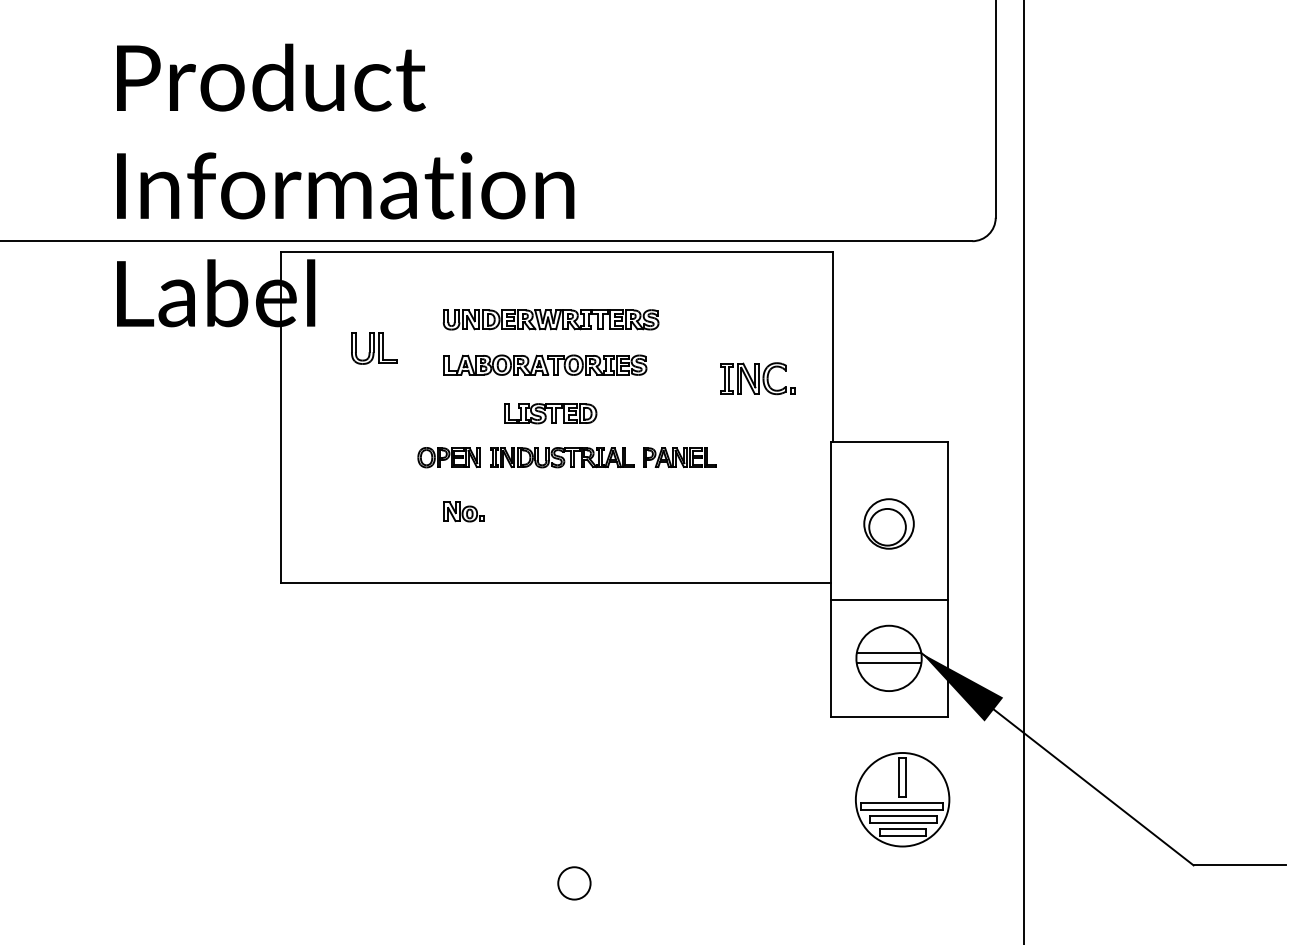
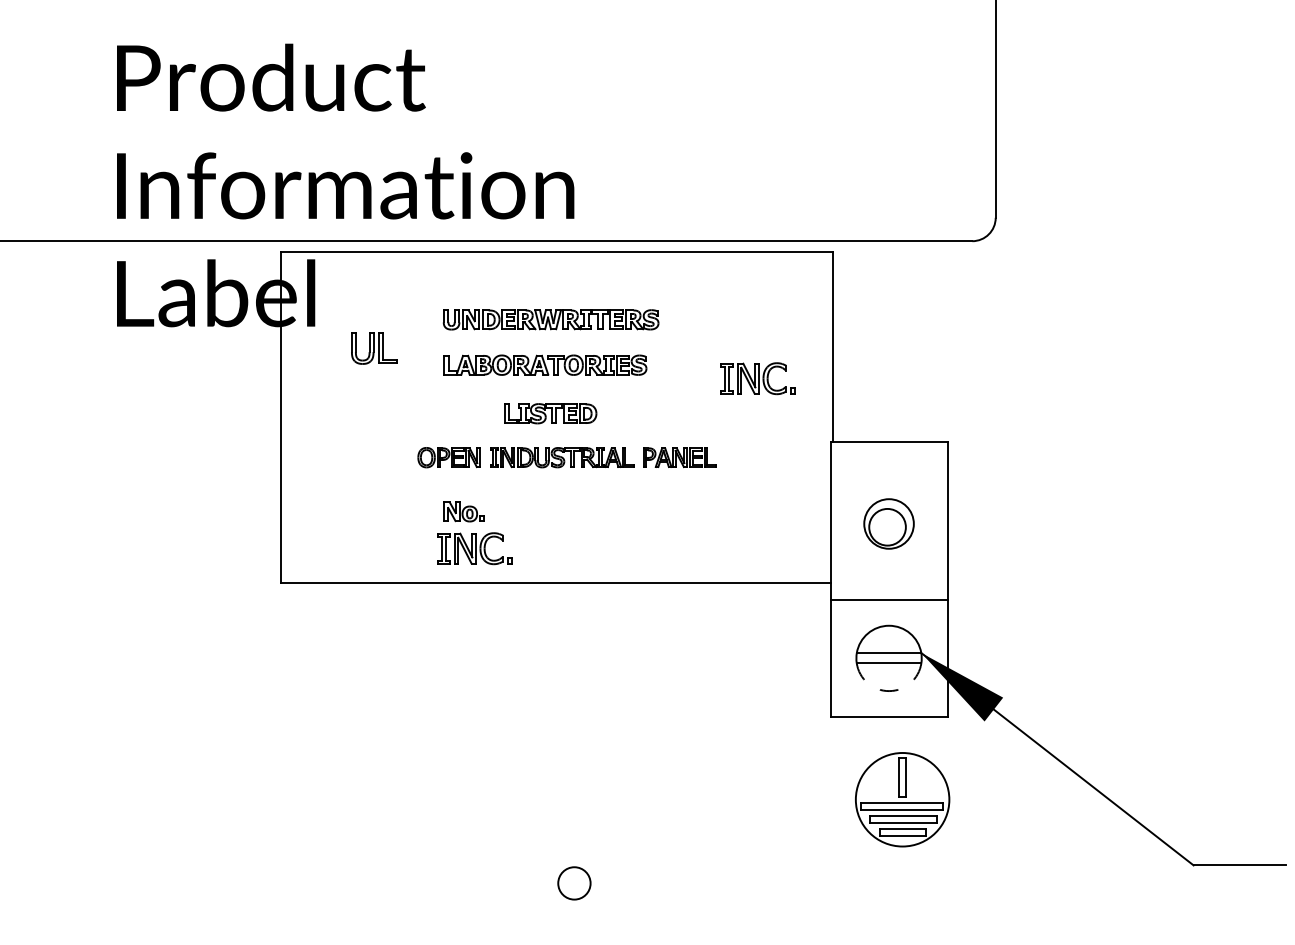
line at (1024, 471): present -> none
part at (474, 548): none -> present
arc at (889, 691): solid -> dashed
